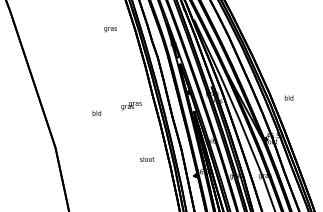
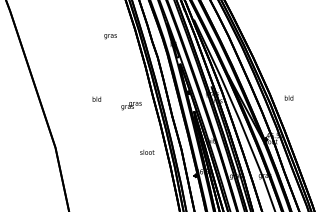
text at (110, 29) position: (110, 29) -> (110, 36)
text at (96, 112) position: (96, 112) -> (96, 98)
text at (147, 158) position: (147, 158) -> (147, 151)
